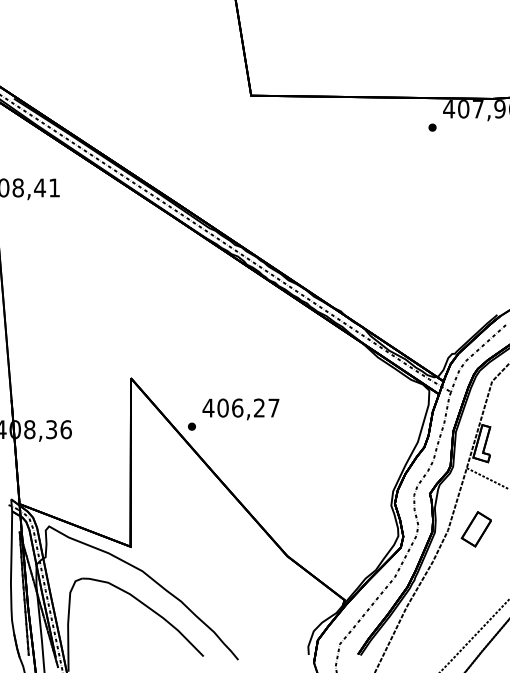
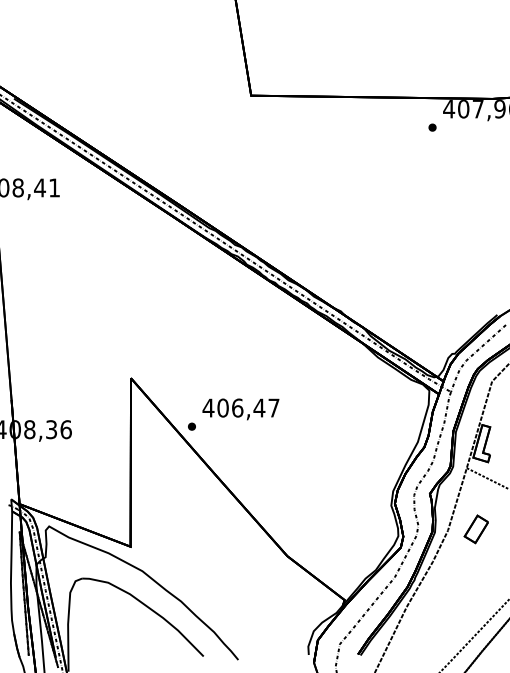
text at (259, 407): 406,27 -> 406,47
part at (475, 529) size: 32x37 px -> 26x31 px
